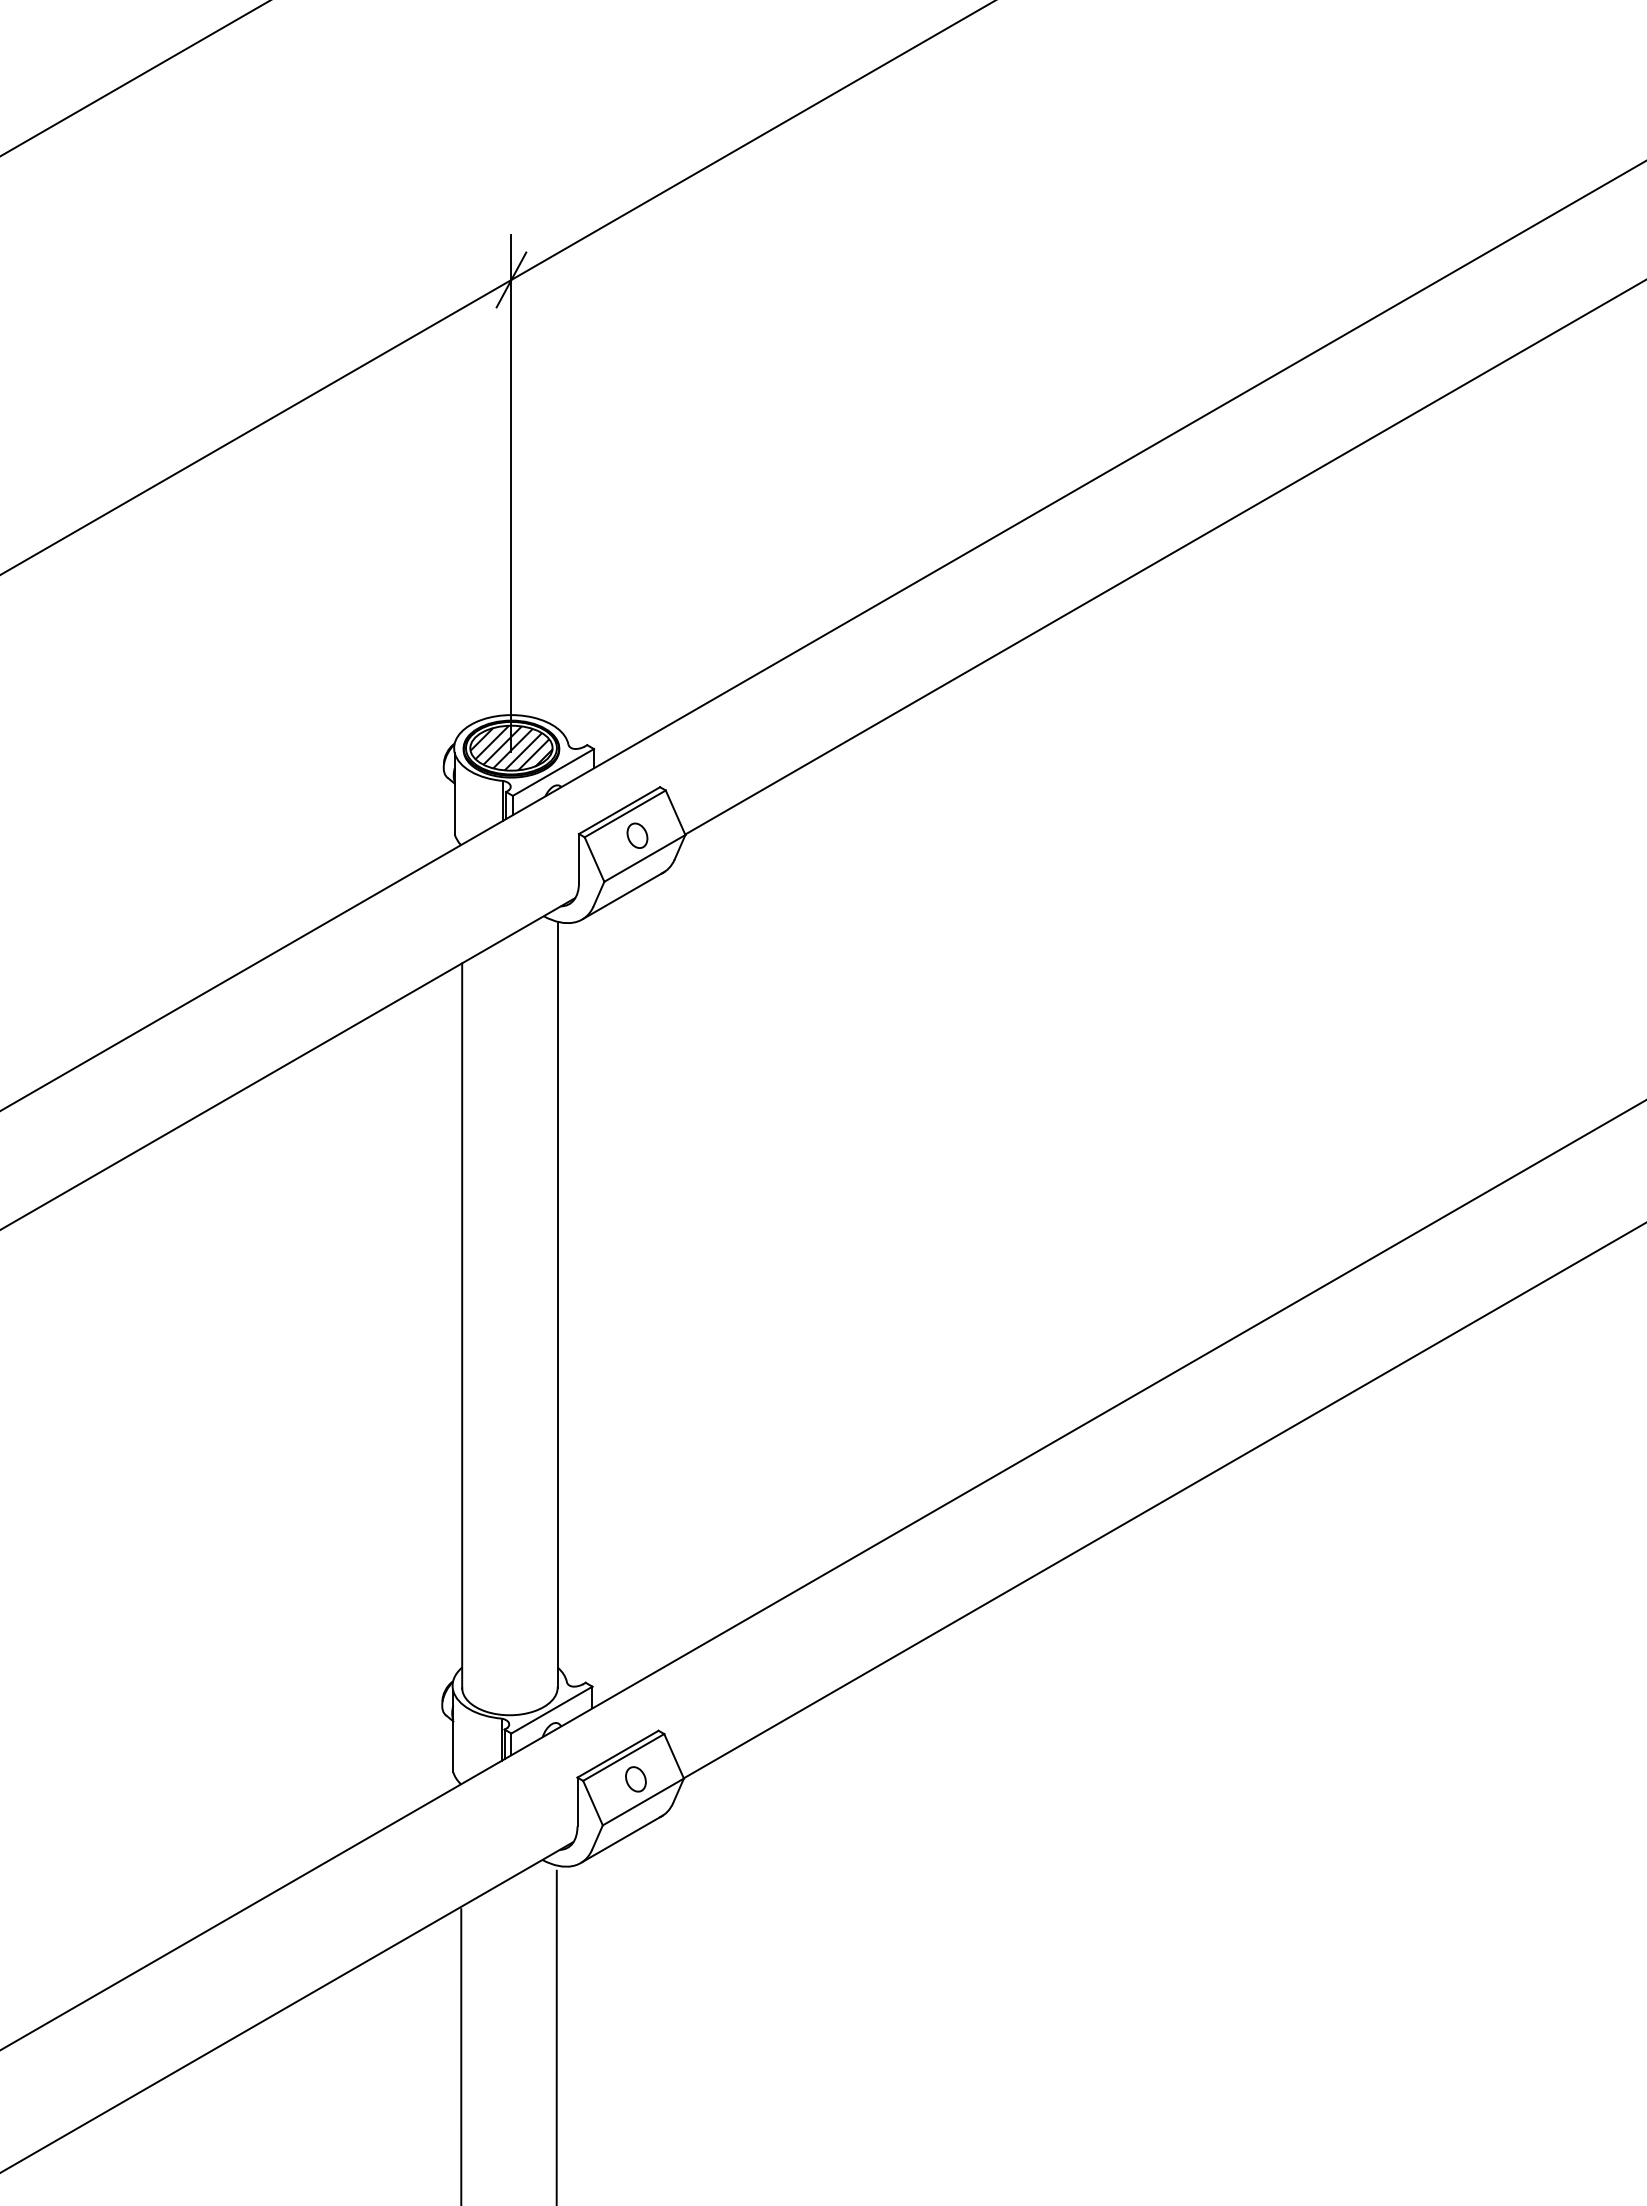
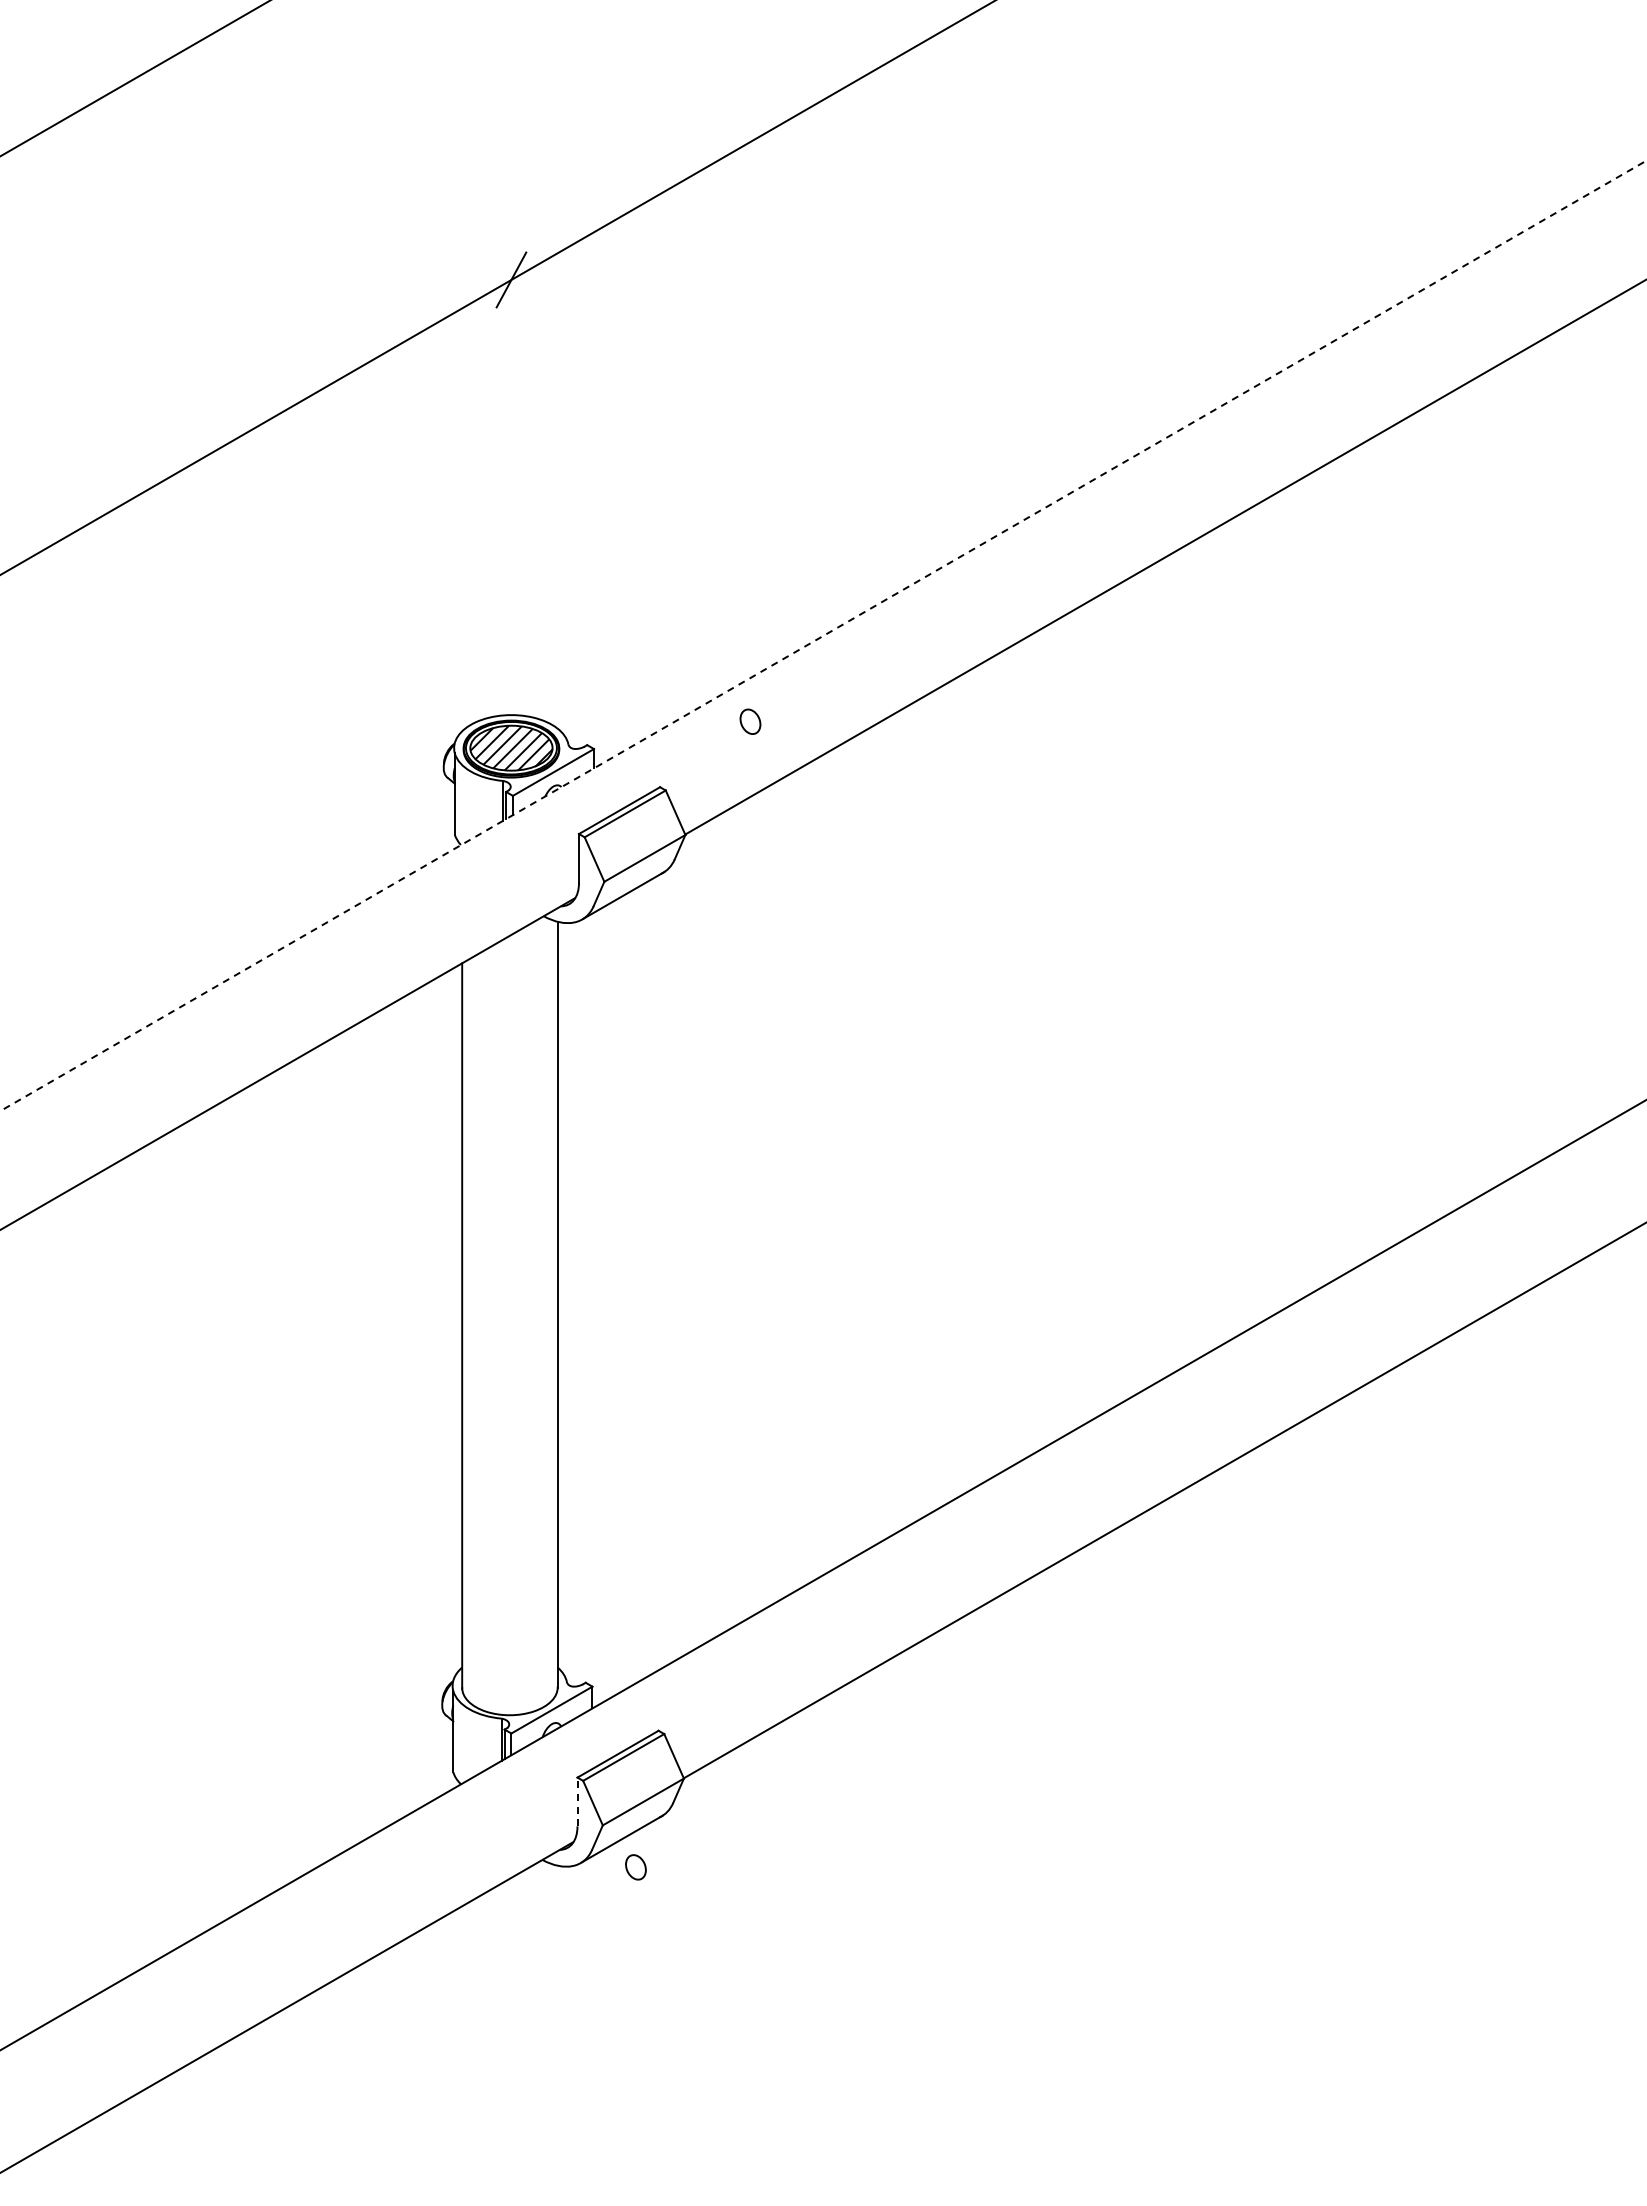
line at (511, 492): present -> none
line at (824, 635): solid -> dashed
part at (637, 835) position: (637, 835) -> (750, 721)
part at (635, 1779) position: (635, 1779) -> (635, 1867)
line at (577, 1801): solid -> dashed
line at (556, 2036): present -> none
line at (461, 2055): present -> none
